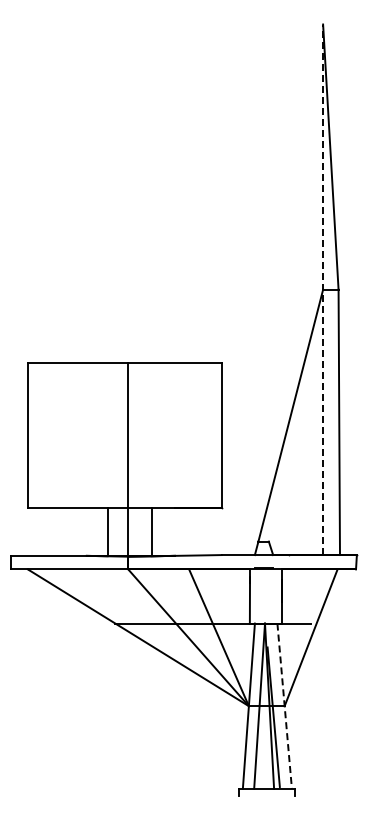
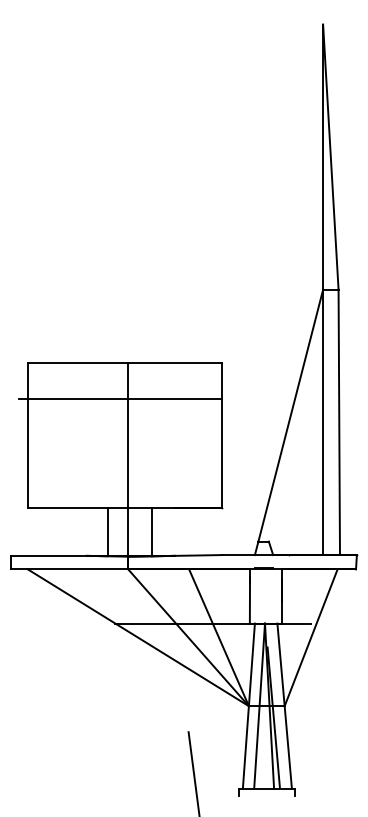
line at (323, 289): dashed -> solid
line at (120, 399): none -> present
line at (284, 706): dashed -> solid
line at (193, 772): none -> present
